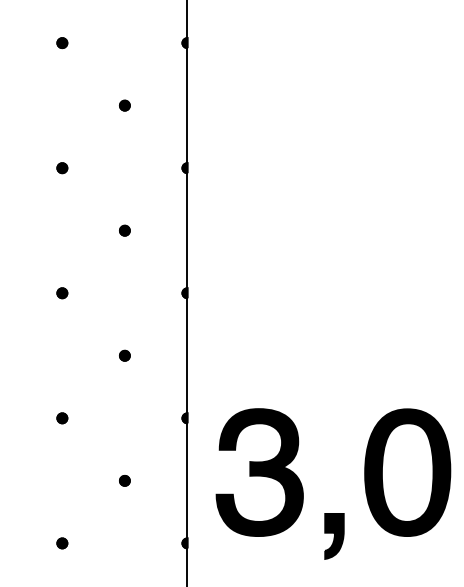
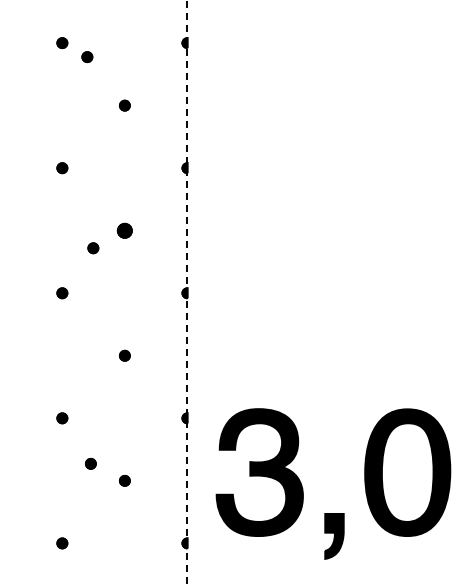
part at (87, 57): none -> present
part at (124, 230) size: 12x13 px -> 17x17 px
part at (93, 248): none -> present
line at (187, 292): solid -> dashed
part at (90, 463): none -> present
